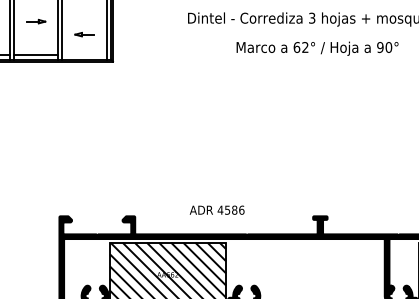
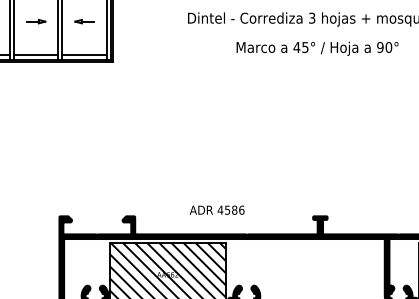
part at (84, 34) position: (84, 34) -> (84, 21)
text at (300, 47): 62° -> 45°
line at (84, 55): none -> present
